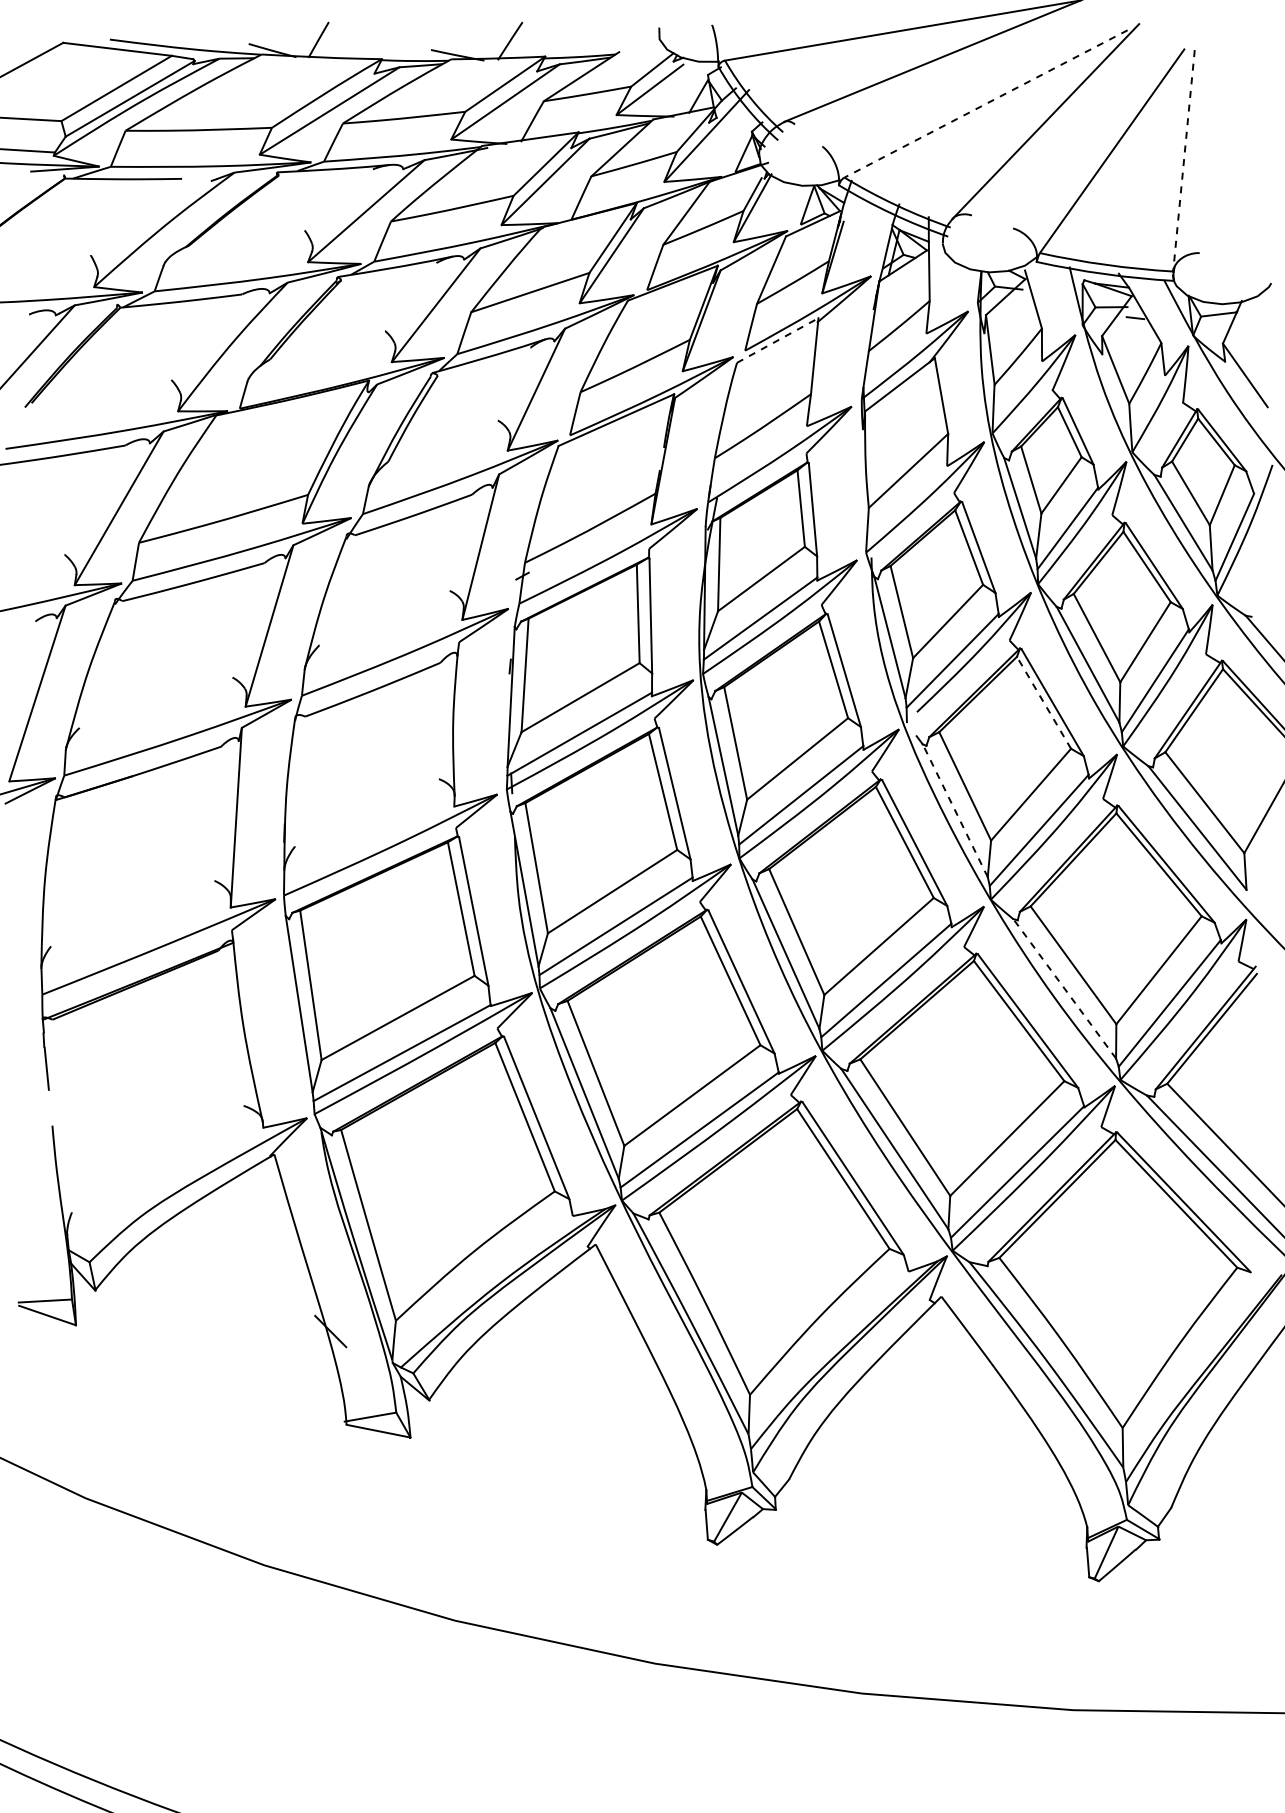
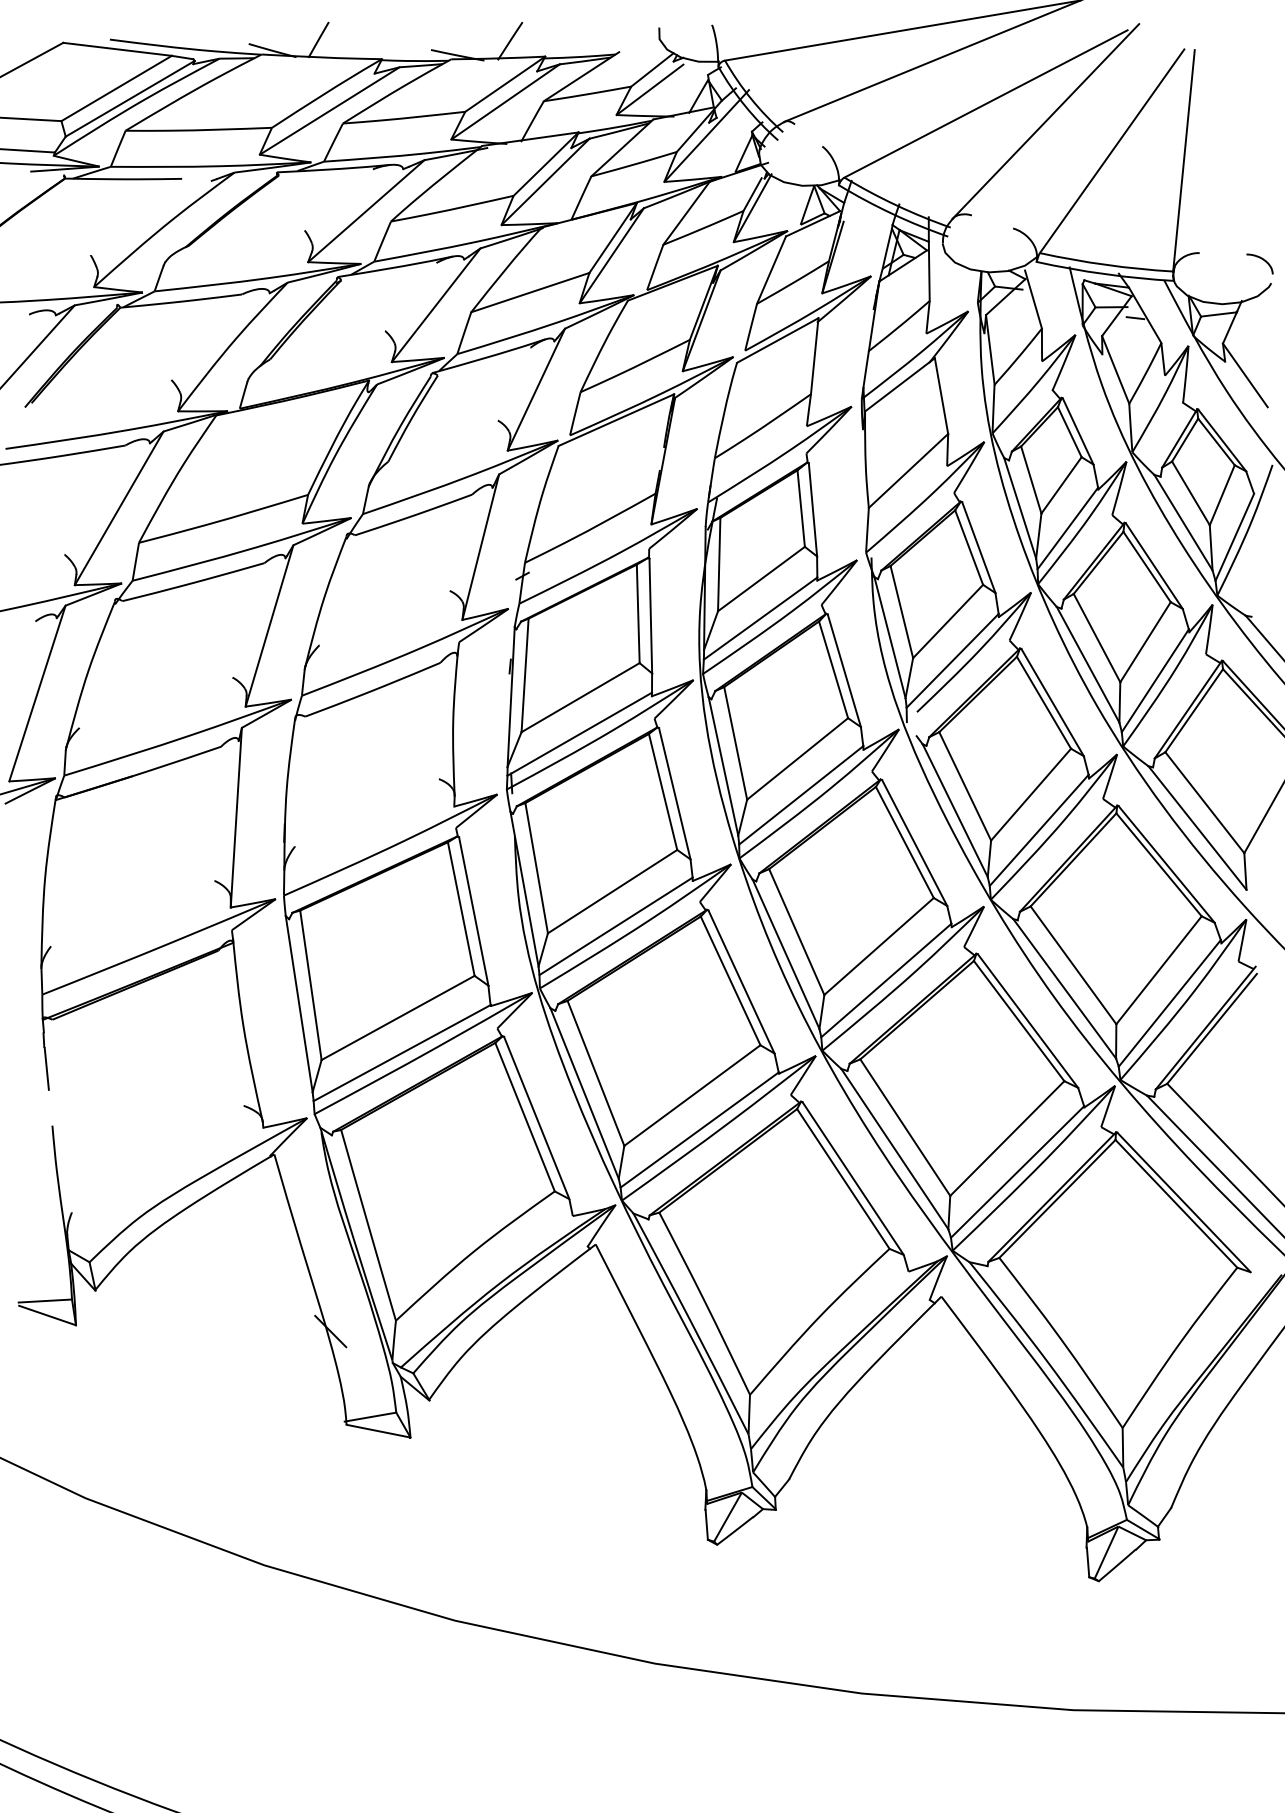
line at (986, 103): dashed -> solid
line at (1183, 161): dashed -> solid
curve at (1261, 259): none -> present
line at (778, 340): dashed -> solid
line at (1043, 702): dashed -> solid
line at (955, 810): dashed -> solid
line at (1064, 988): dashed -> solid
